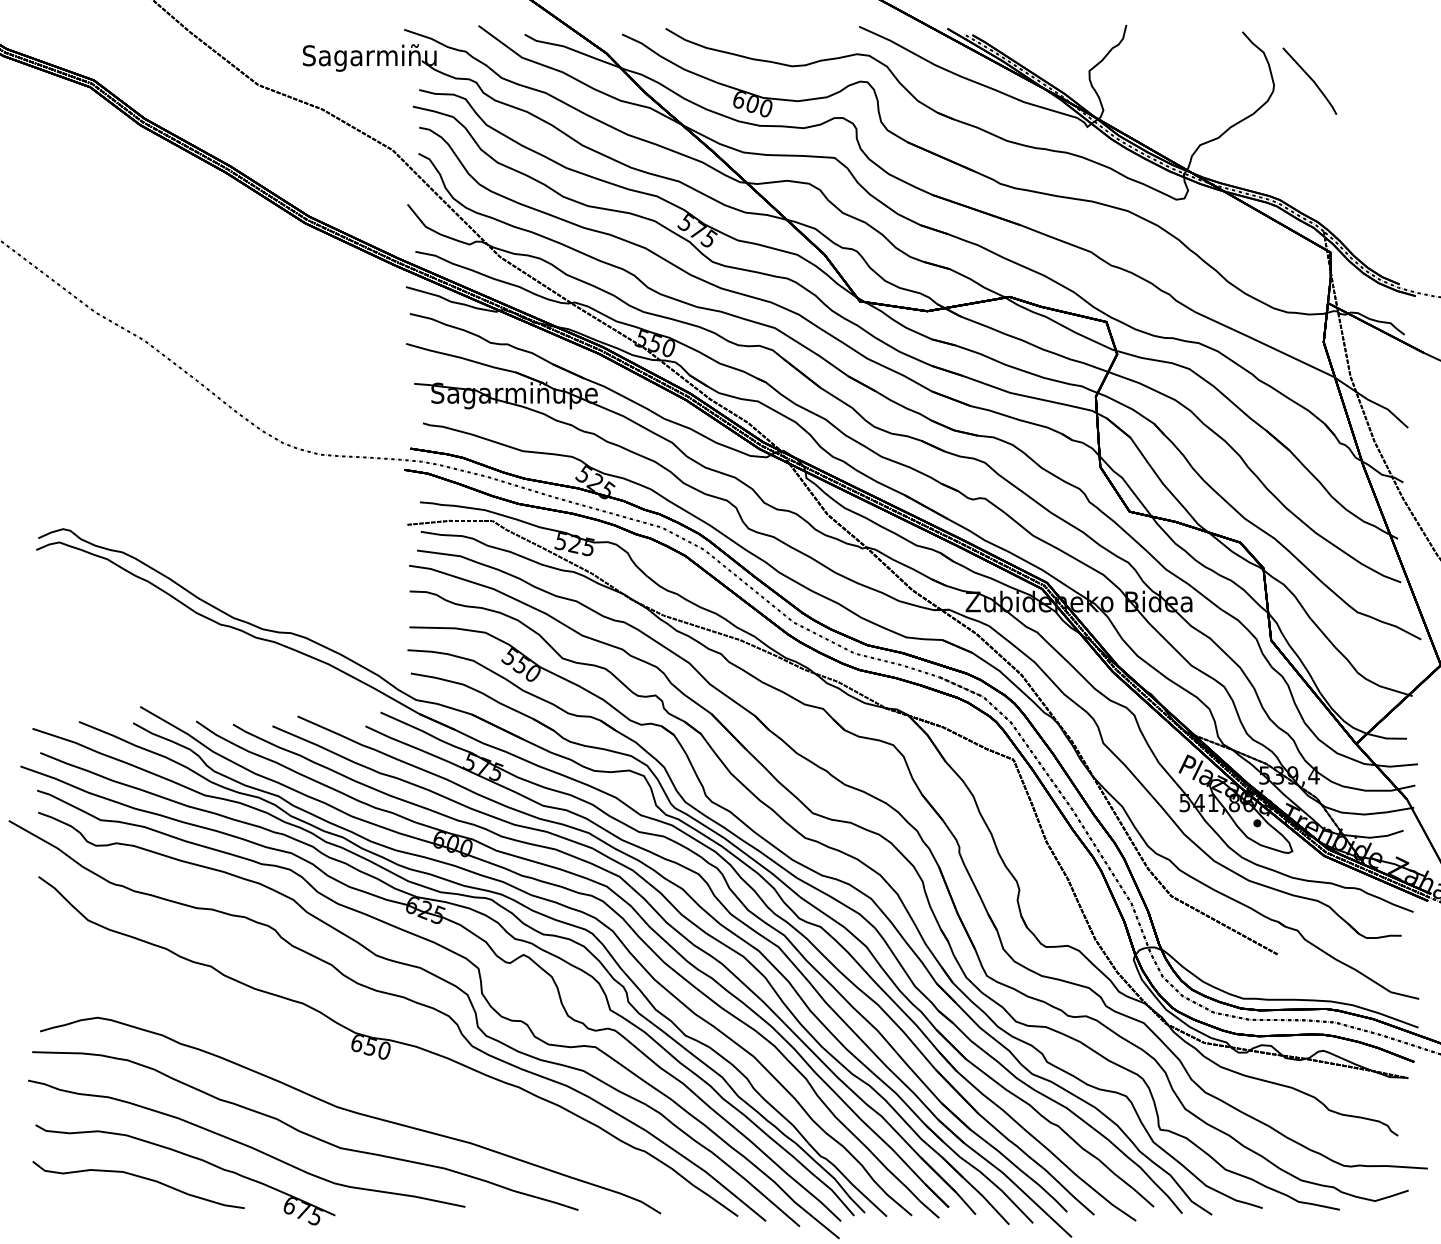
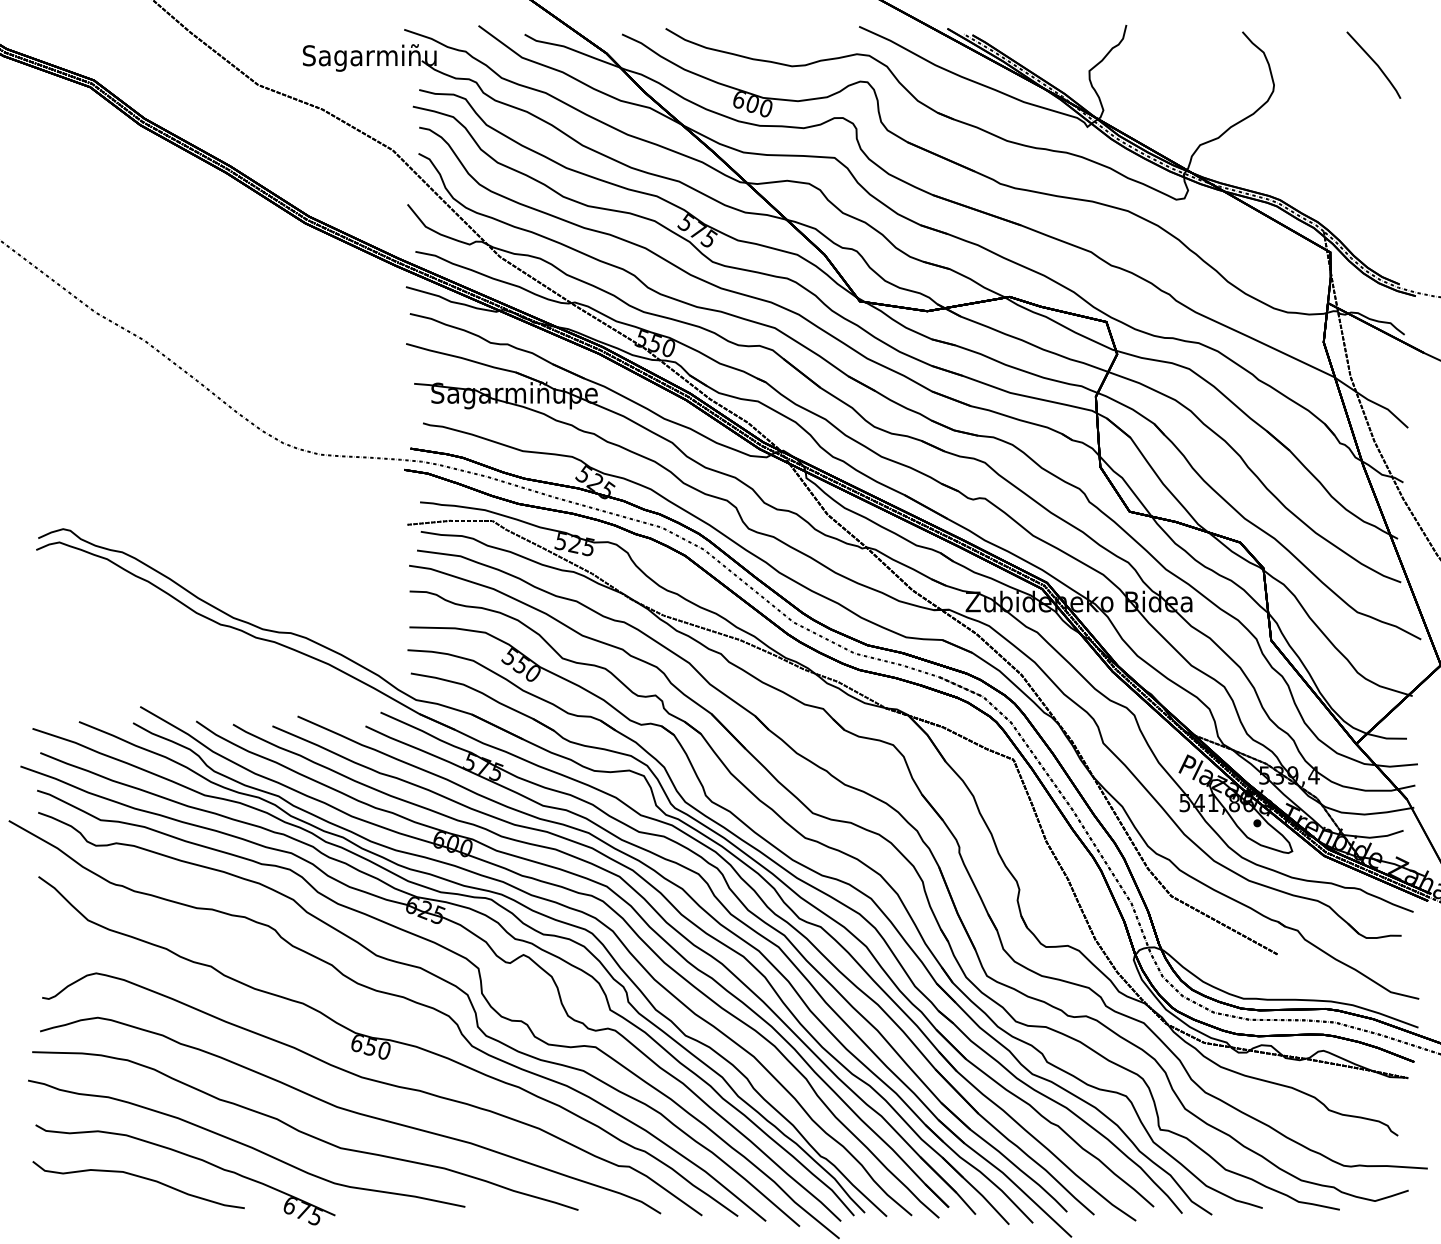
line at (1310, 79) position: (1310, 79) -> (1374, 63)
curve at (377, 1082): none -> present
